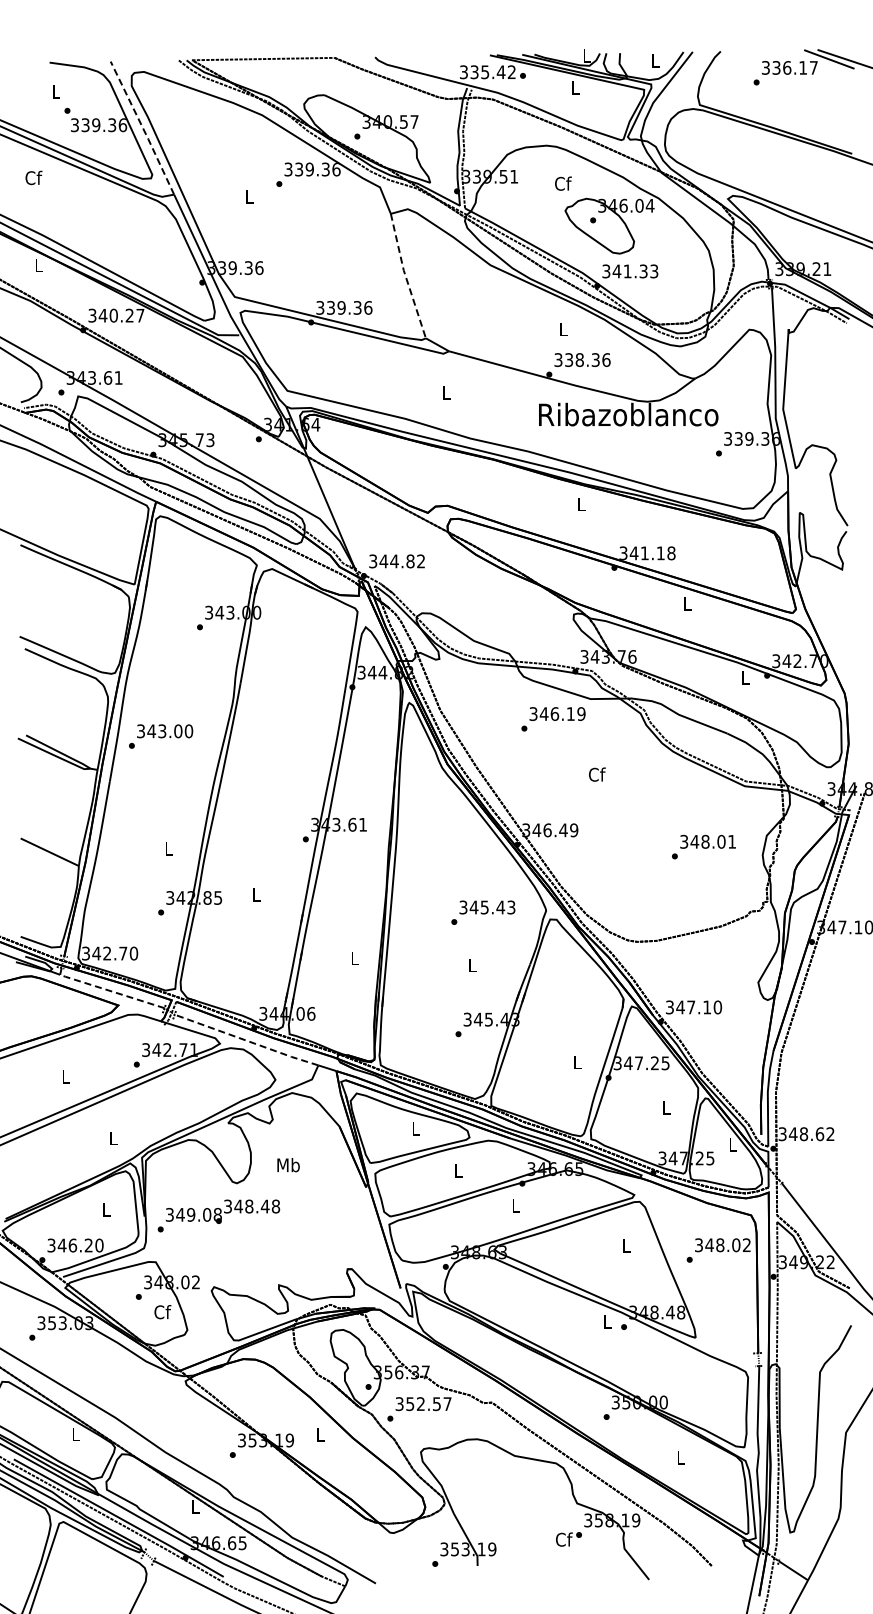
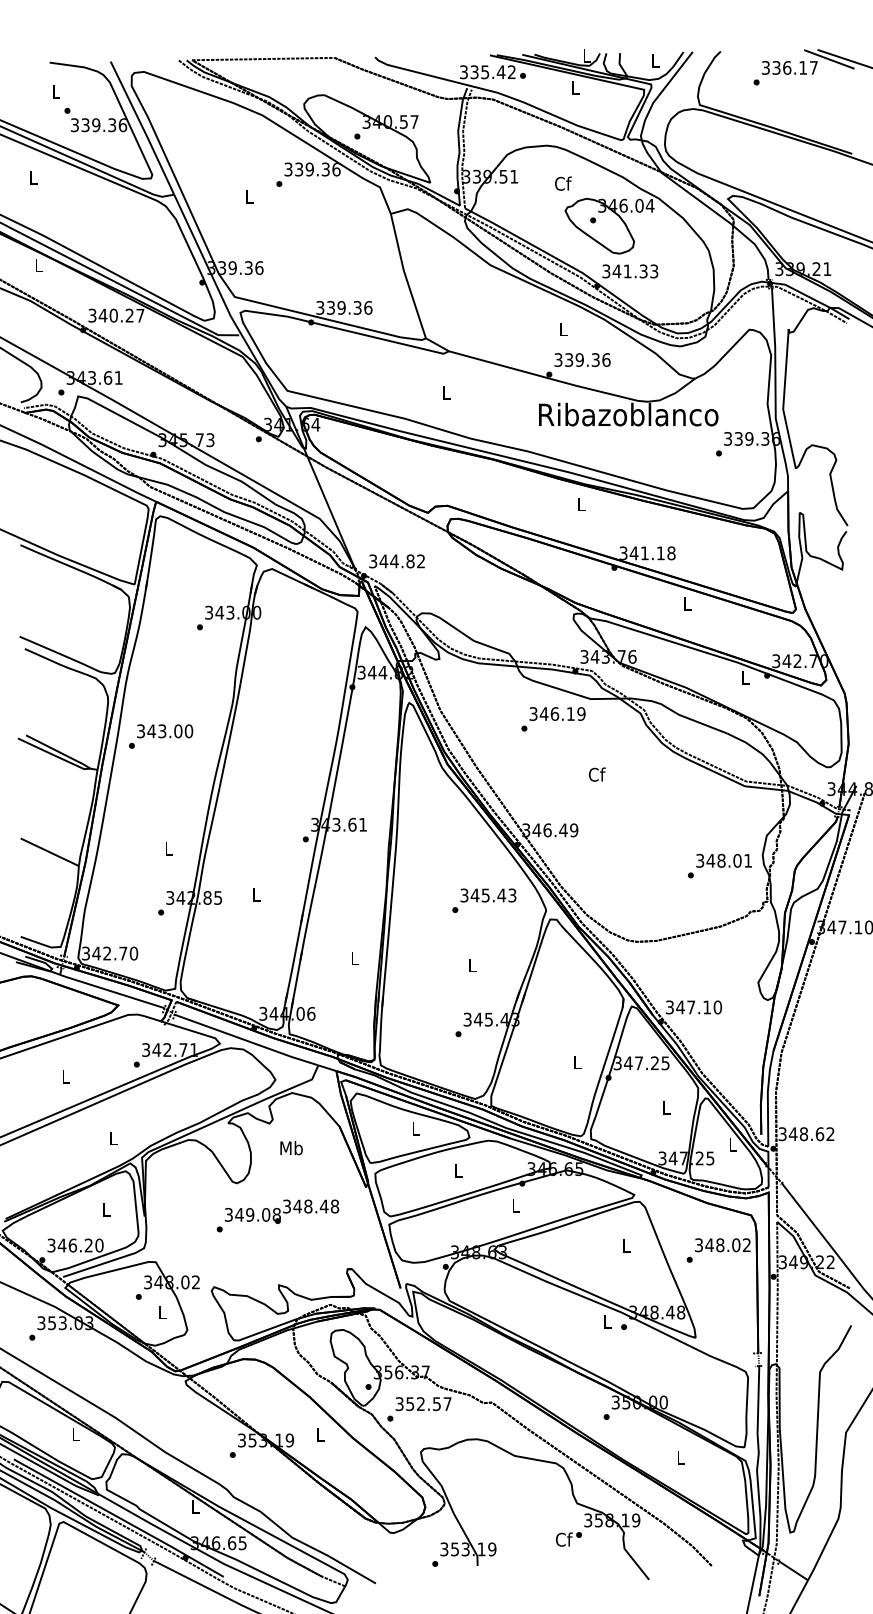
line at (143, 128): dashed -> solid
text at (33, 177): Cf -> L
line at (405, 276): dashed -> solid
text at (579, 359): 338.36 -> 339.36
text at (703, 846) position: (703, 846) -> (719, 865)
text at (483, 912) position: (483, 912) -> (484, 900)
line at (111, 991): dashed -> solid
line at (246, 1040): dashed -> solid
text at (288, 1165) position: (288, 1165) -> (291, 1148)
text at (218, 1215) position: (218, 1215) -> (277, 1215)
text at (162, 1312): Cf -> L
